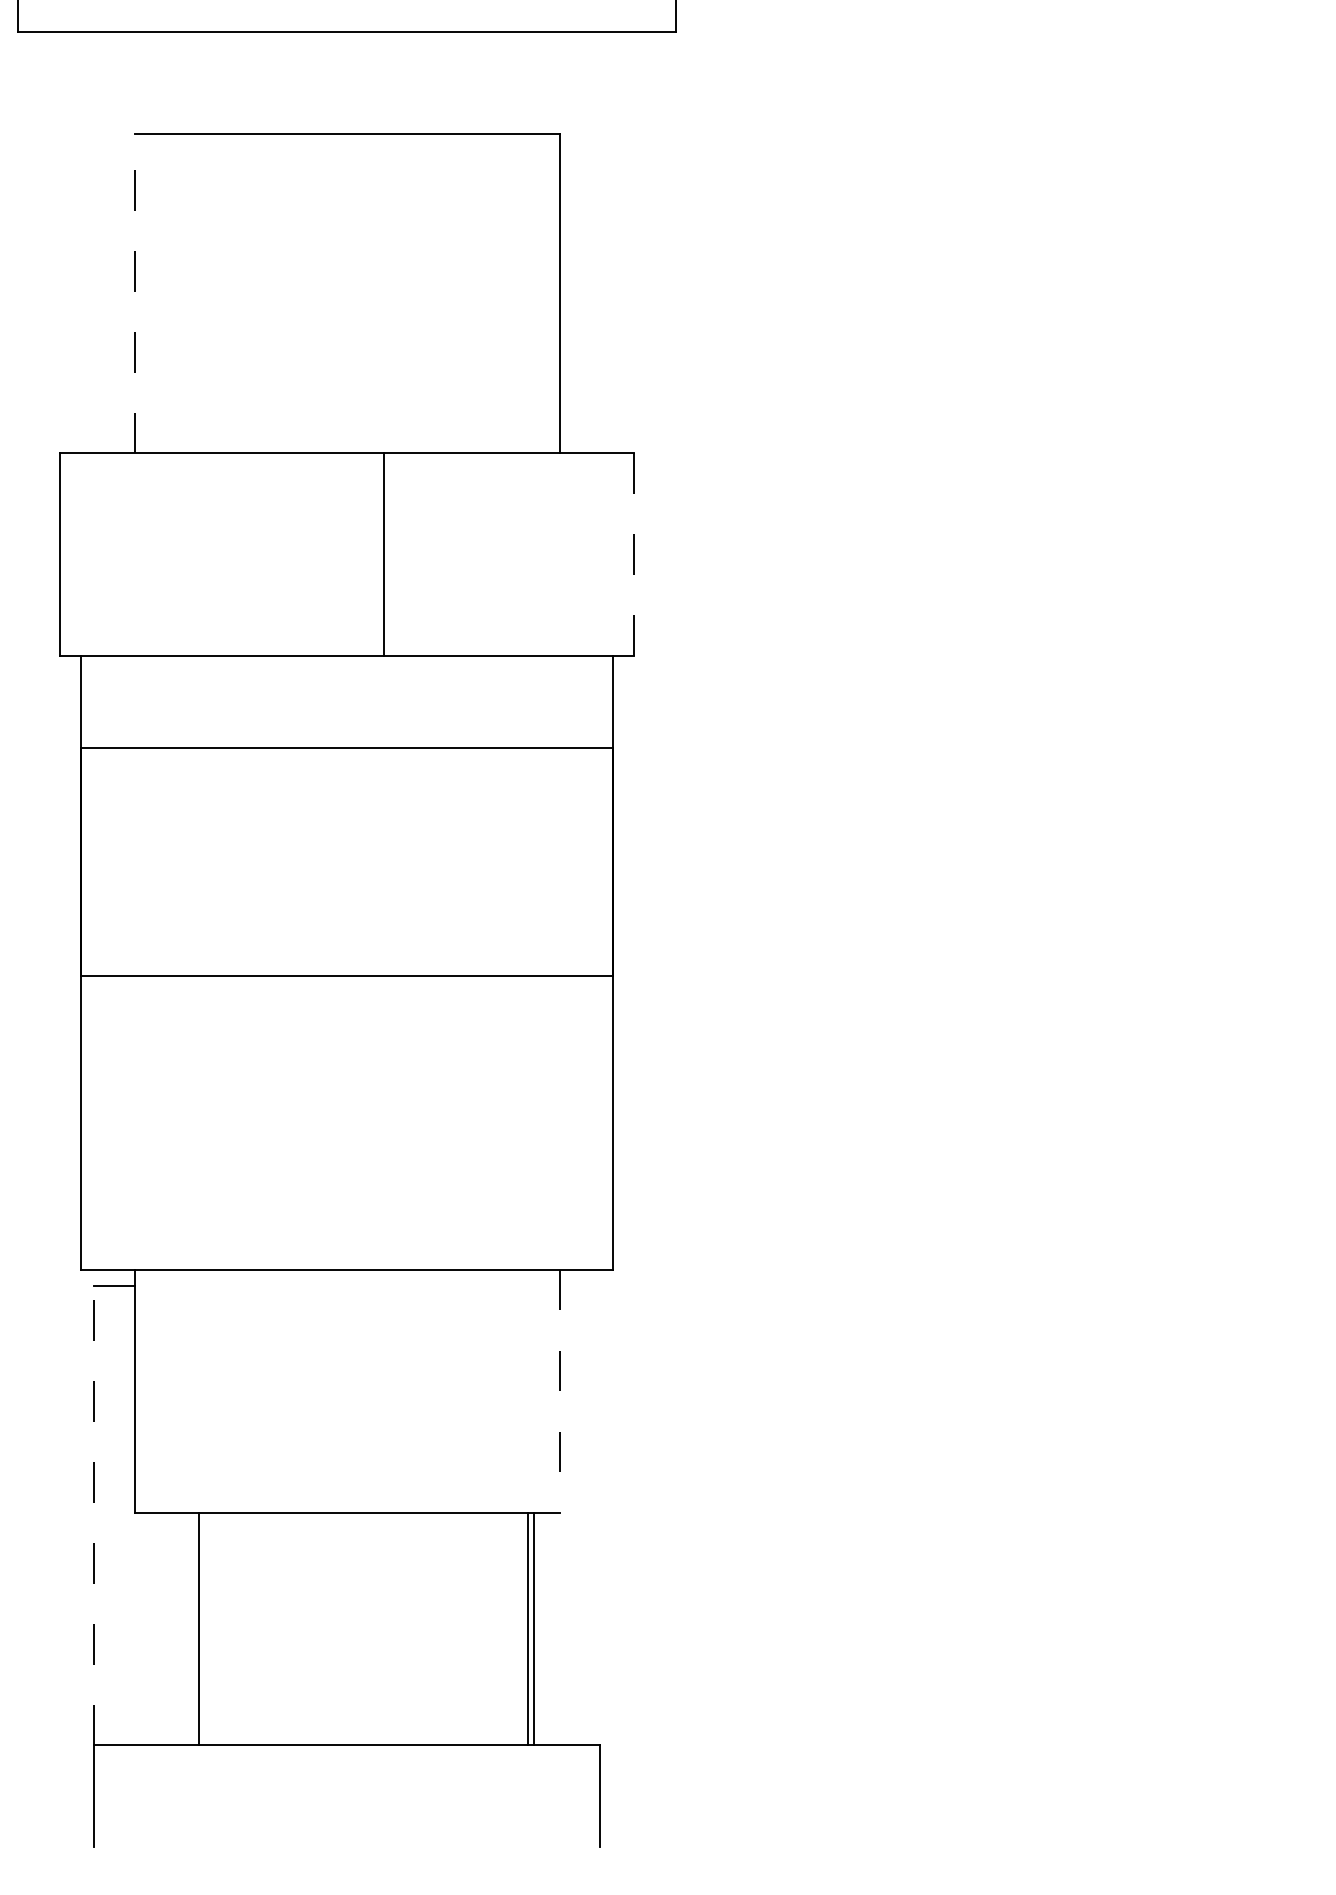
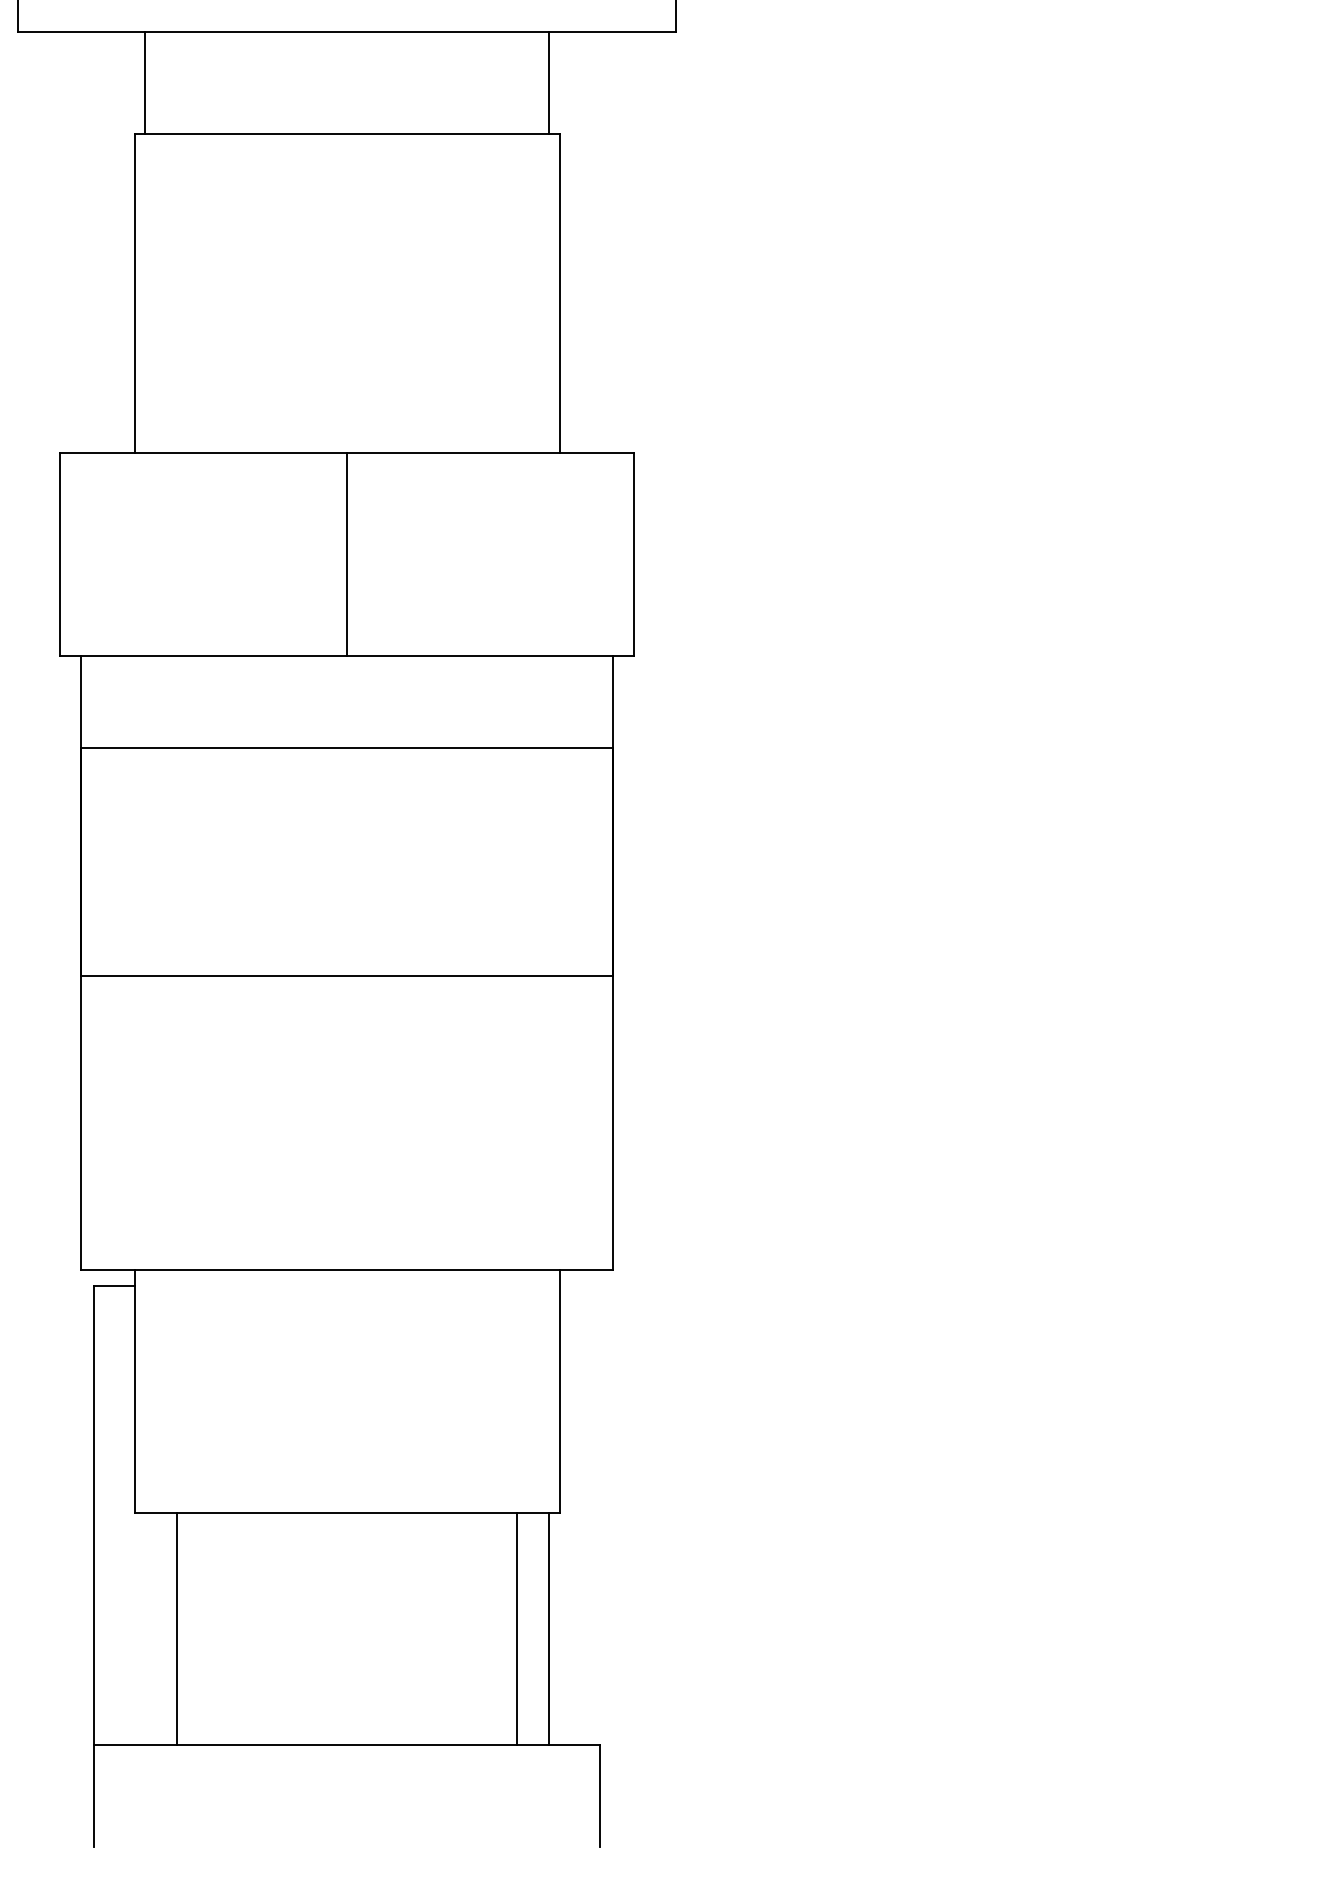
line at (144, 82): none -> present
line at (549, 82): none -> present
line at (134, 293): dashed -> solid
line at (384, 554) position: (384, 554) -> (347, 554)
line at (634, 554): dashed -> solid
line at (559, 1391): dashed -> solid
line at (94, 1515): dashed -> solid
line at (199, 1628) position: (199, 1628) -> (177, 1628)
line at (528, 1628) position: (528, 1628) -> (549, 1628)
line at (534, 1628) position: (534, 1628) -> (517, 1628)
